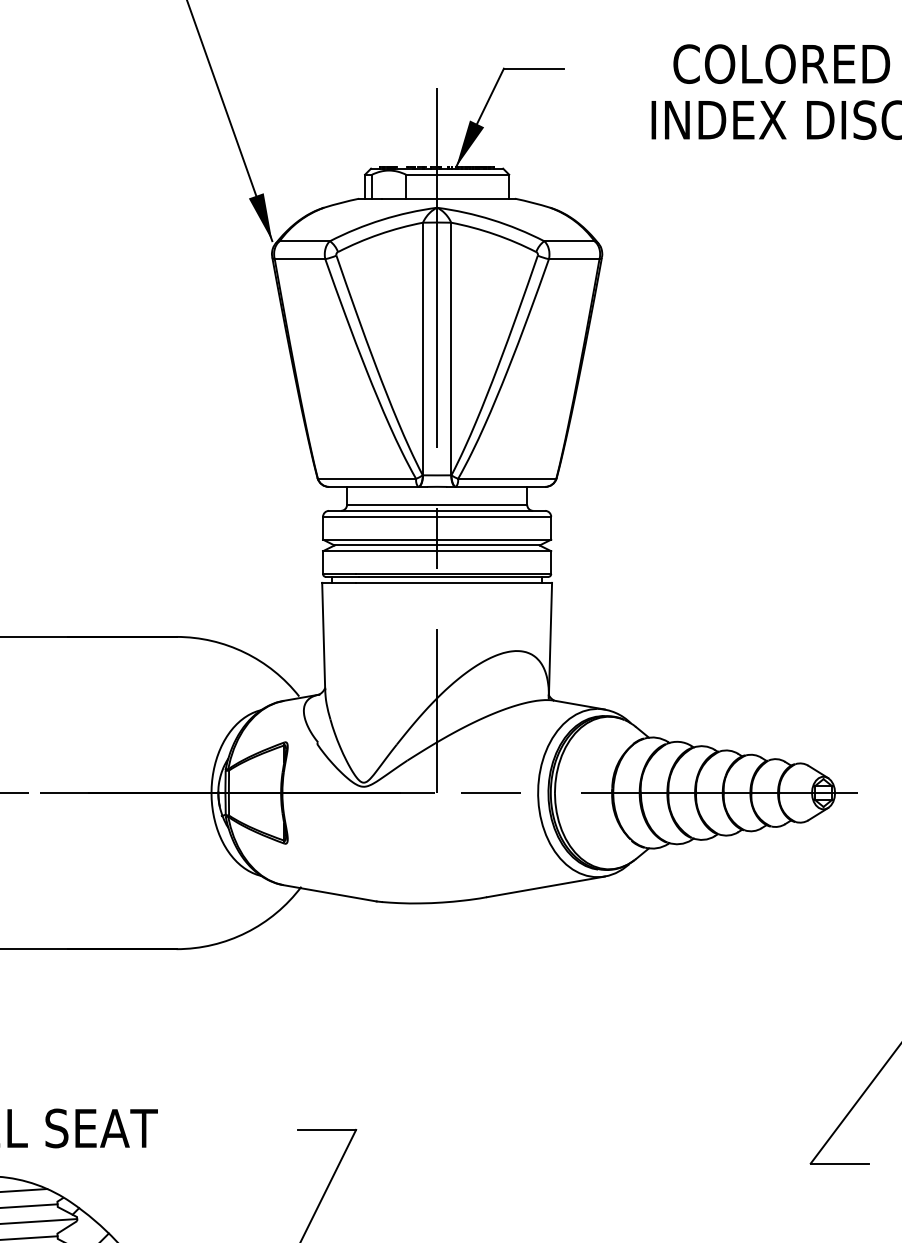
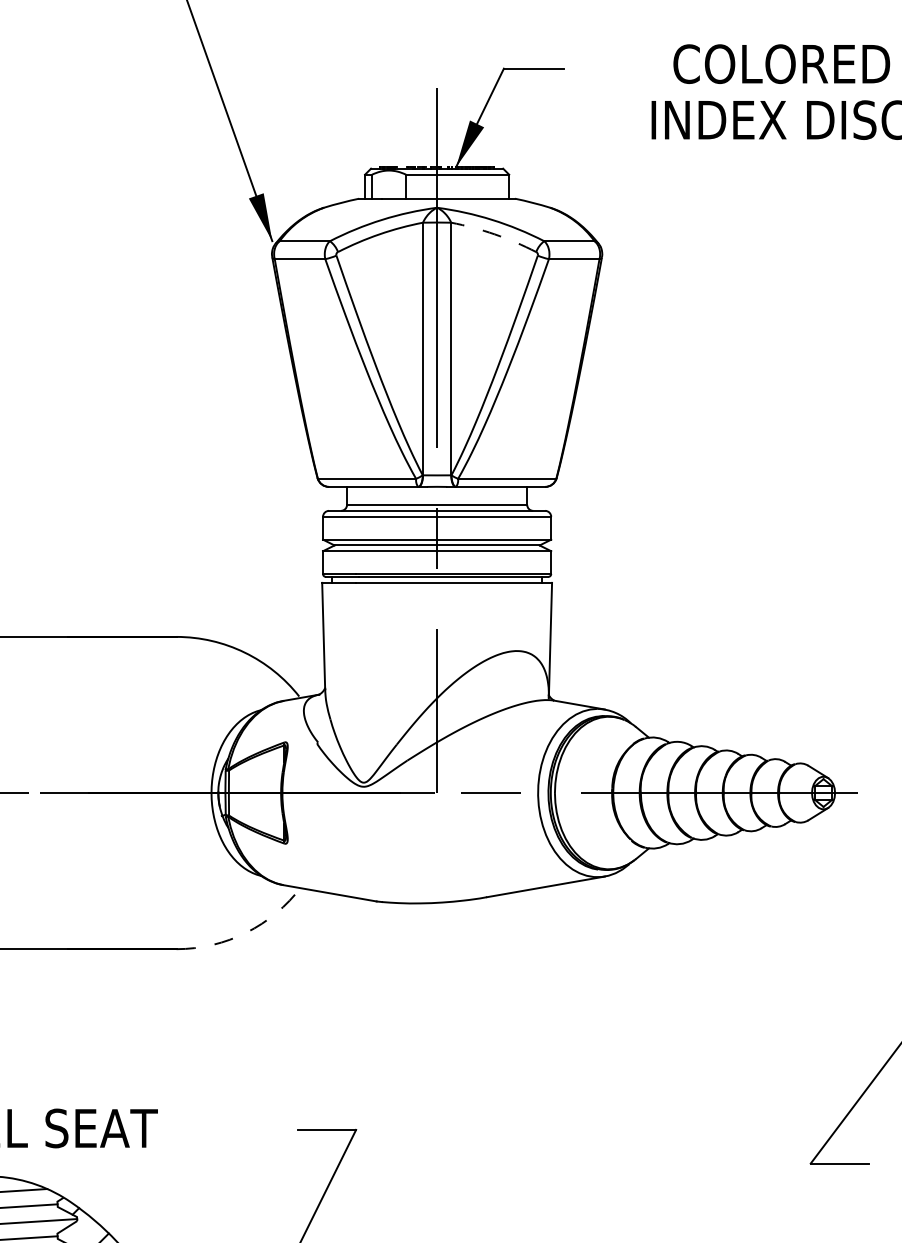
arc at (494, 234): solid -> dashed
arc at (246, 932): solid -> dashed
